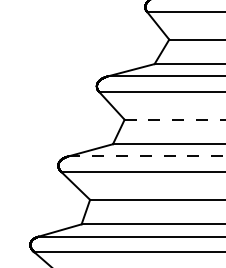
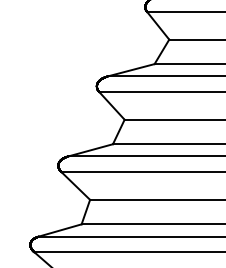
line at (175, 119): dashed -> solid
line at (147, 156): dashed -> solid
